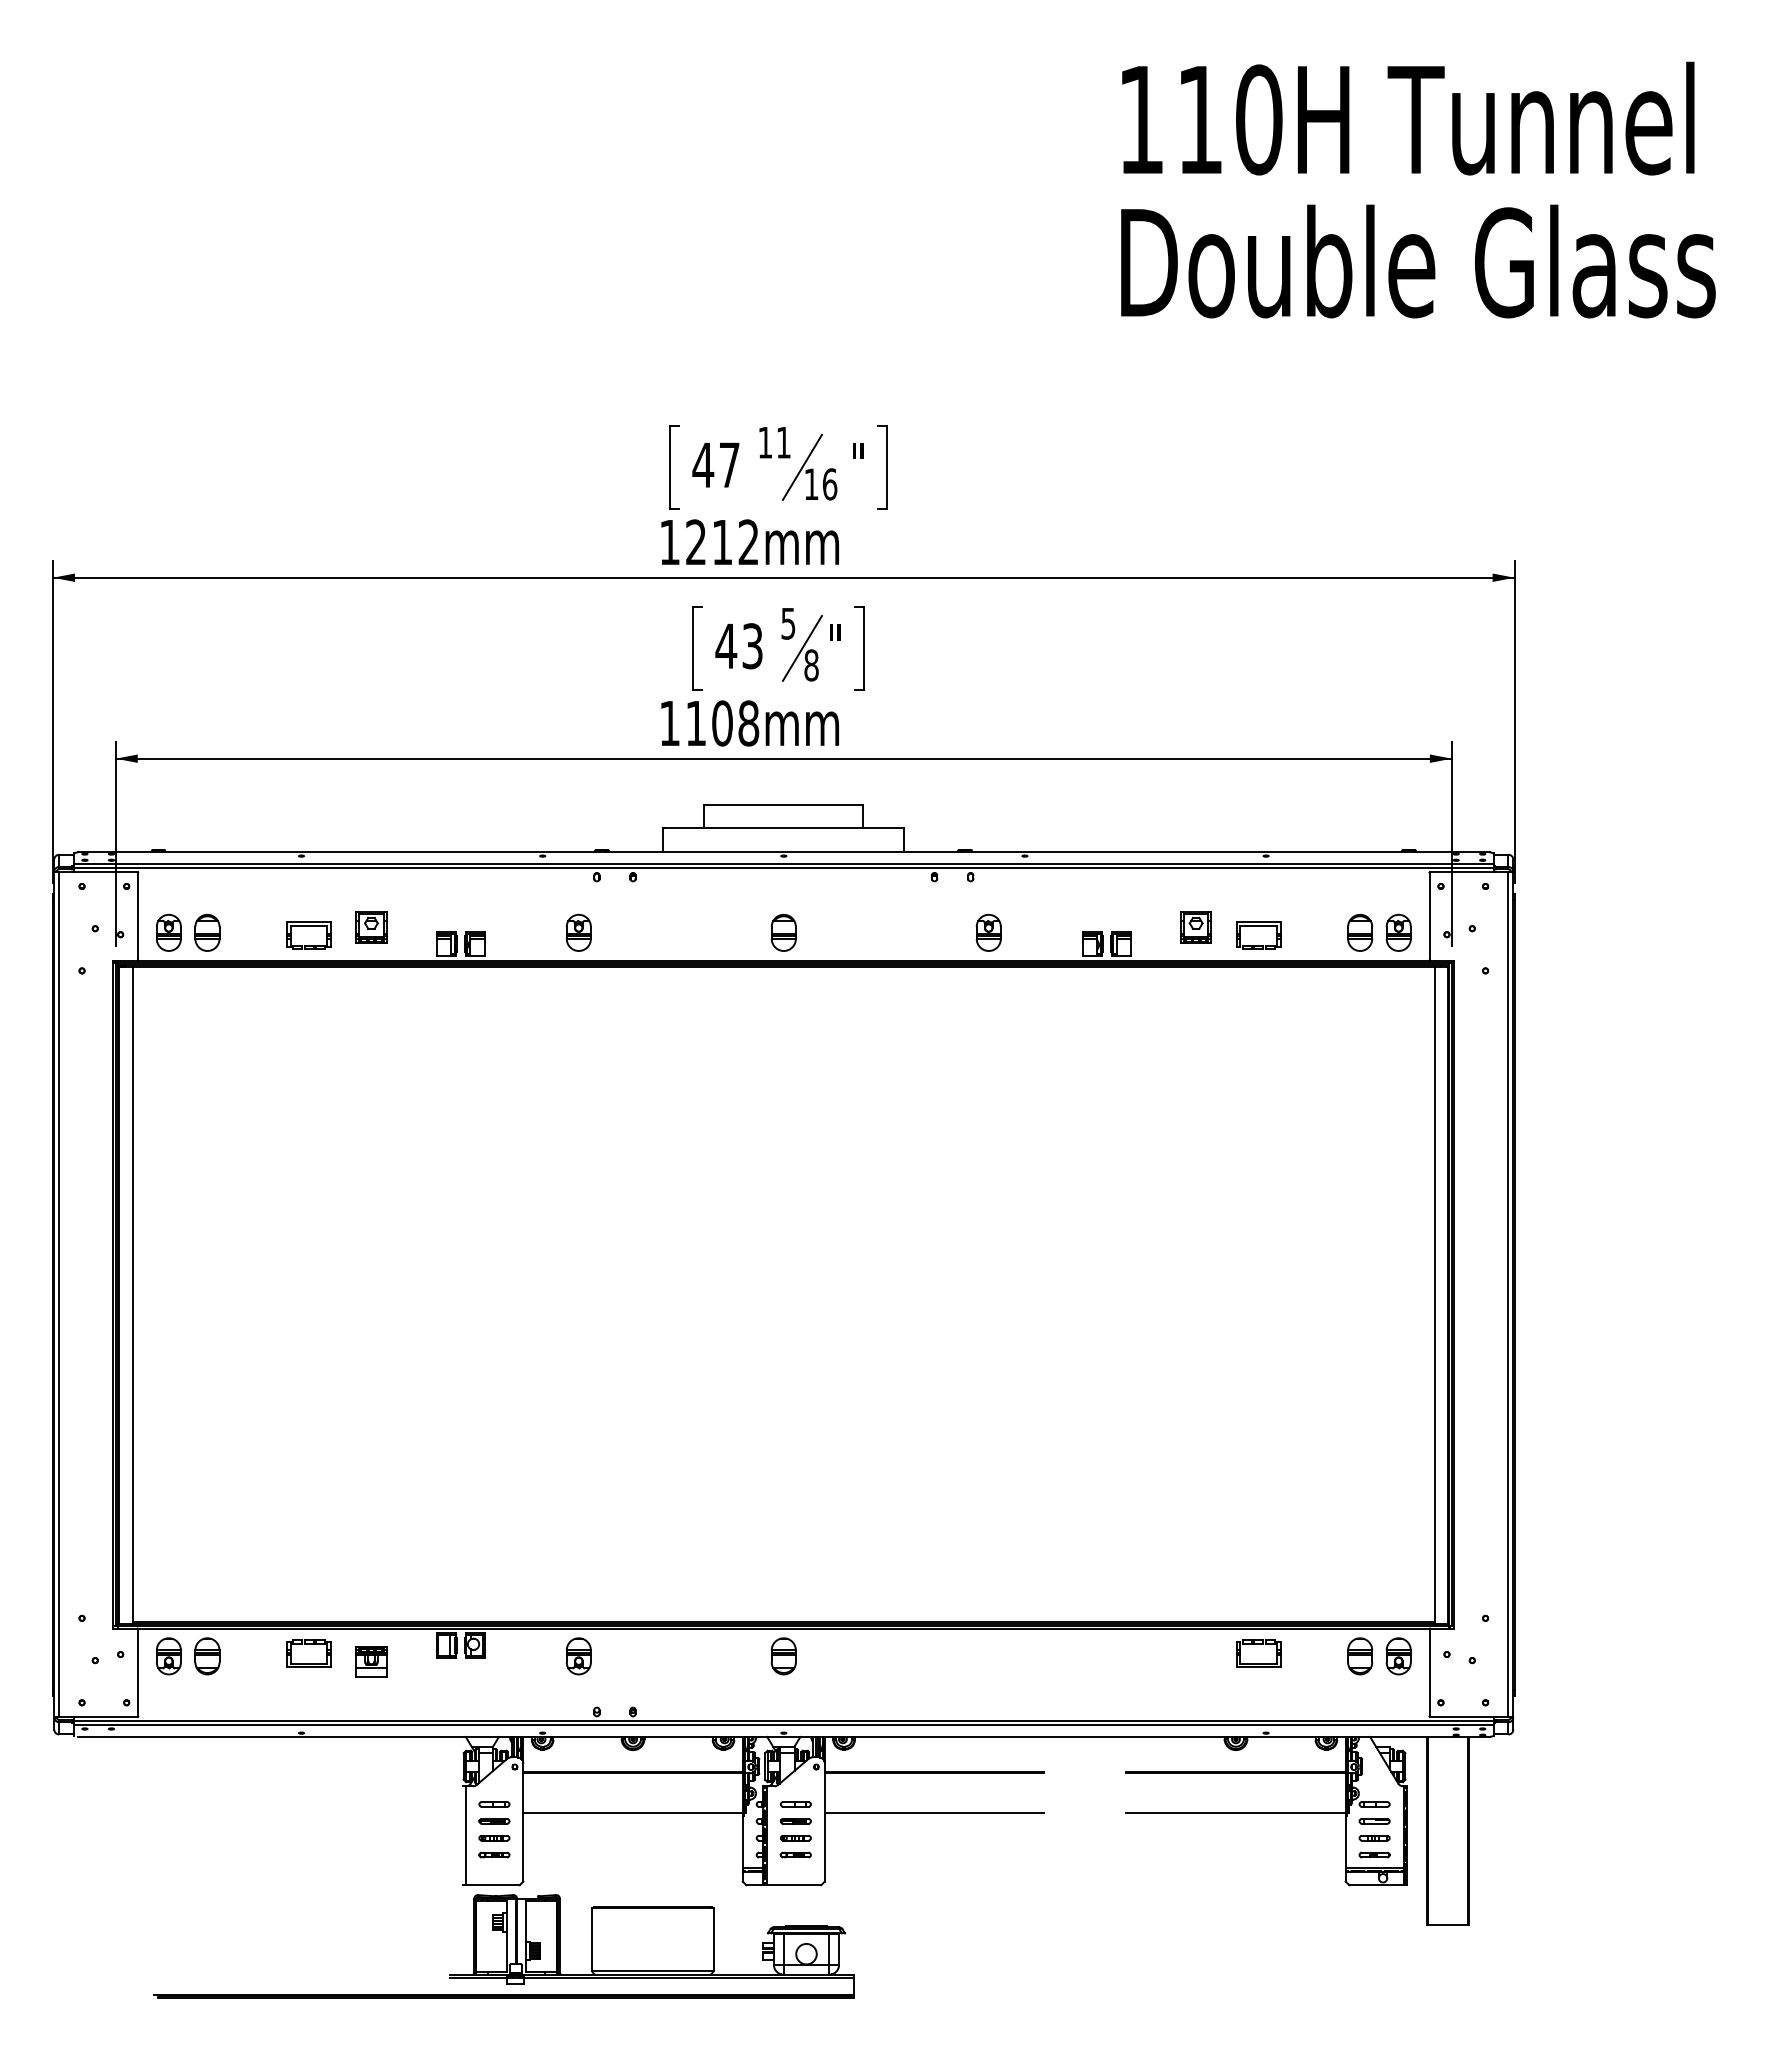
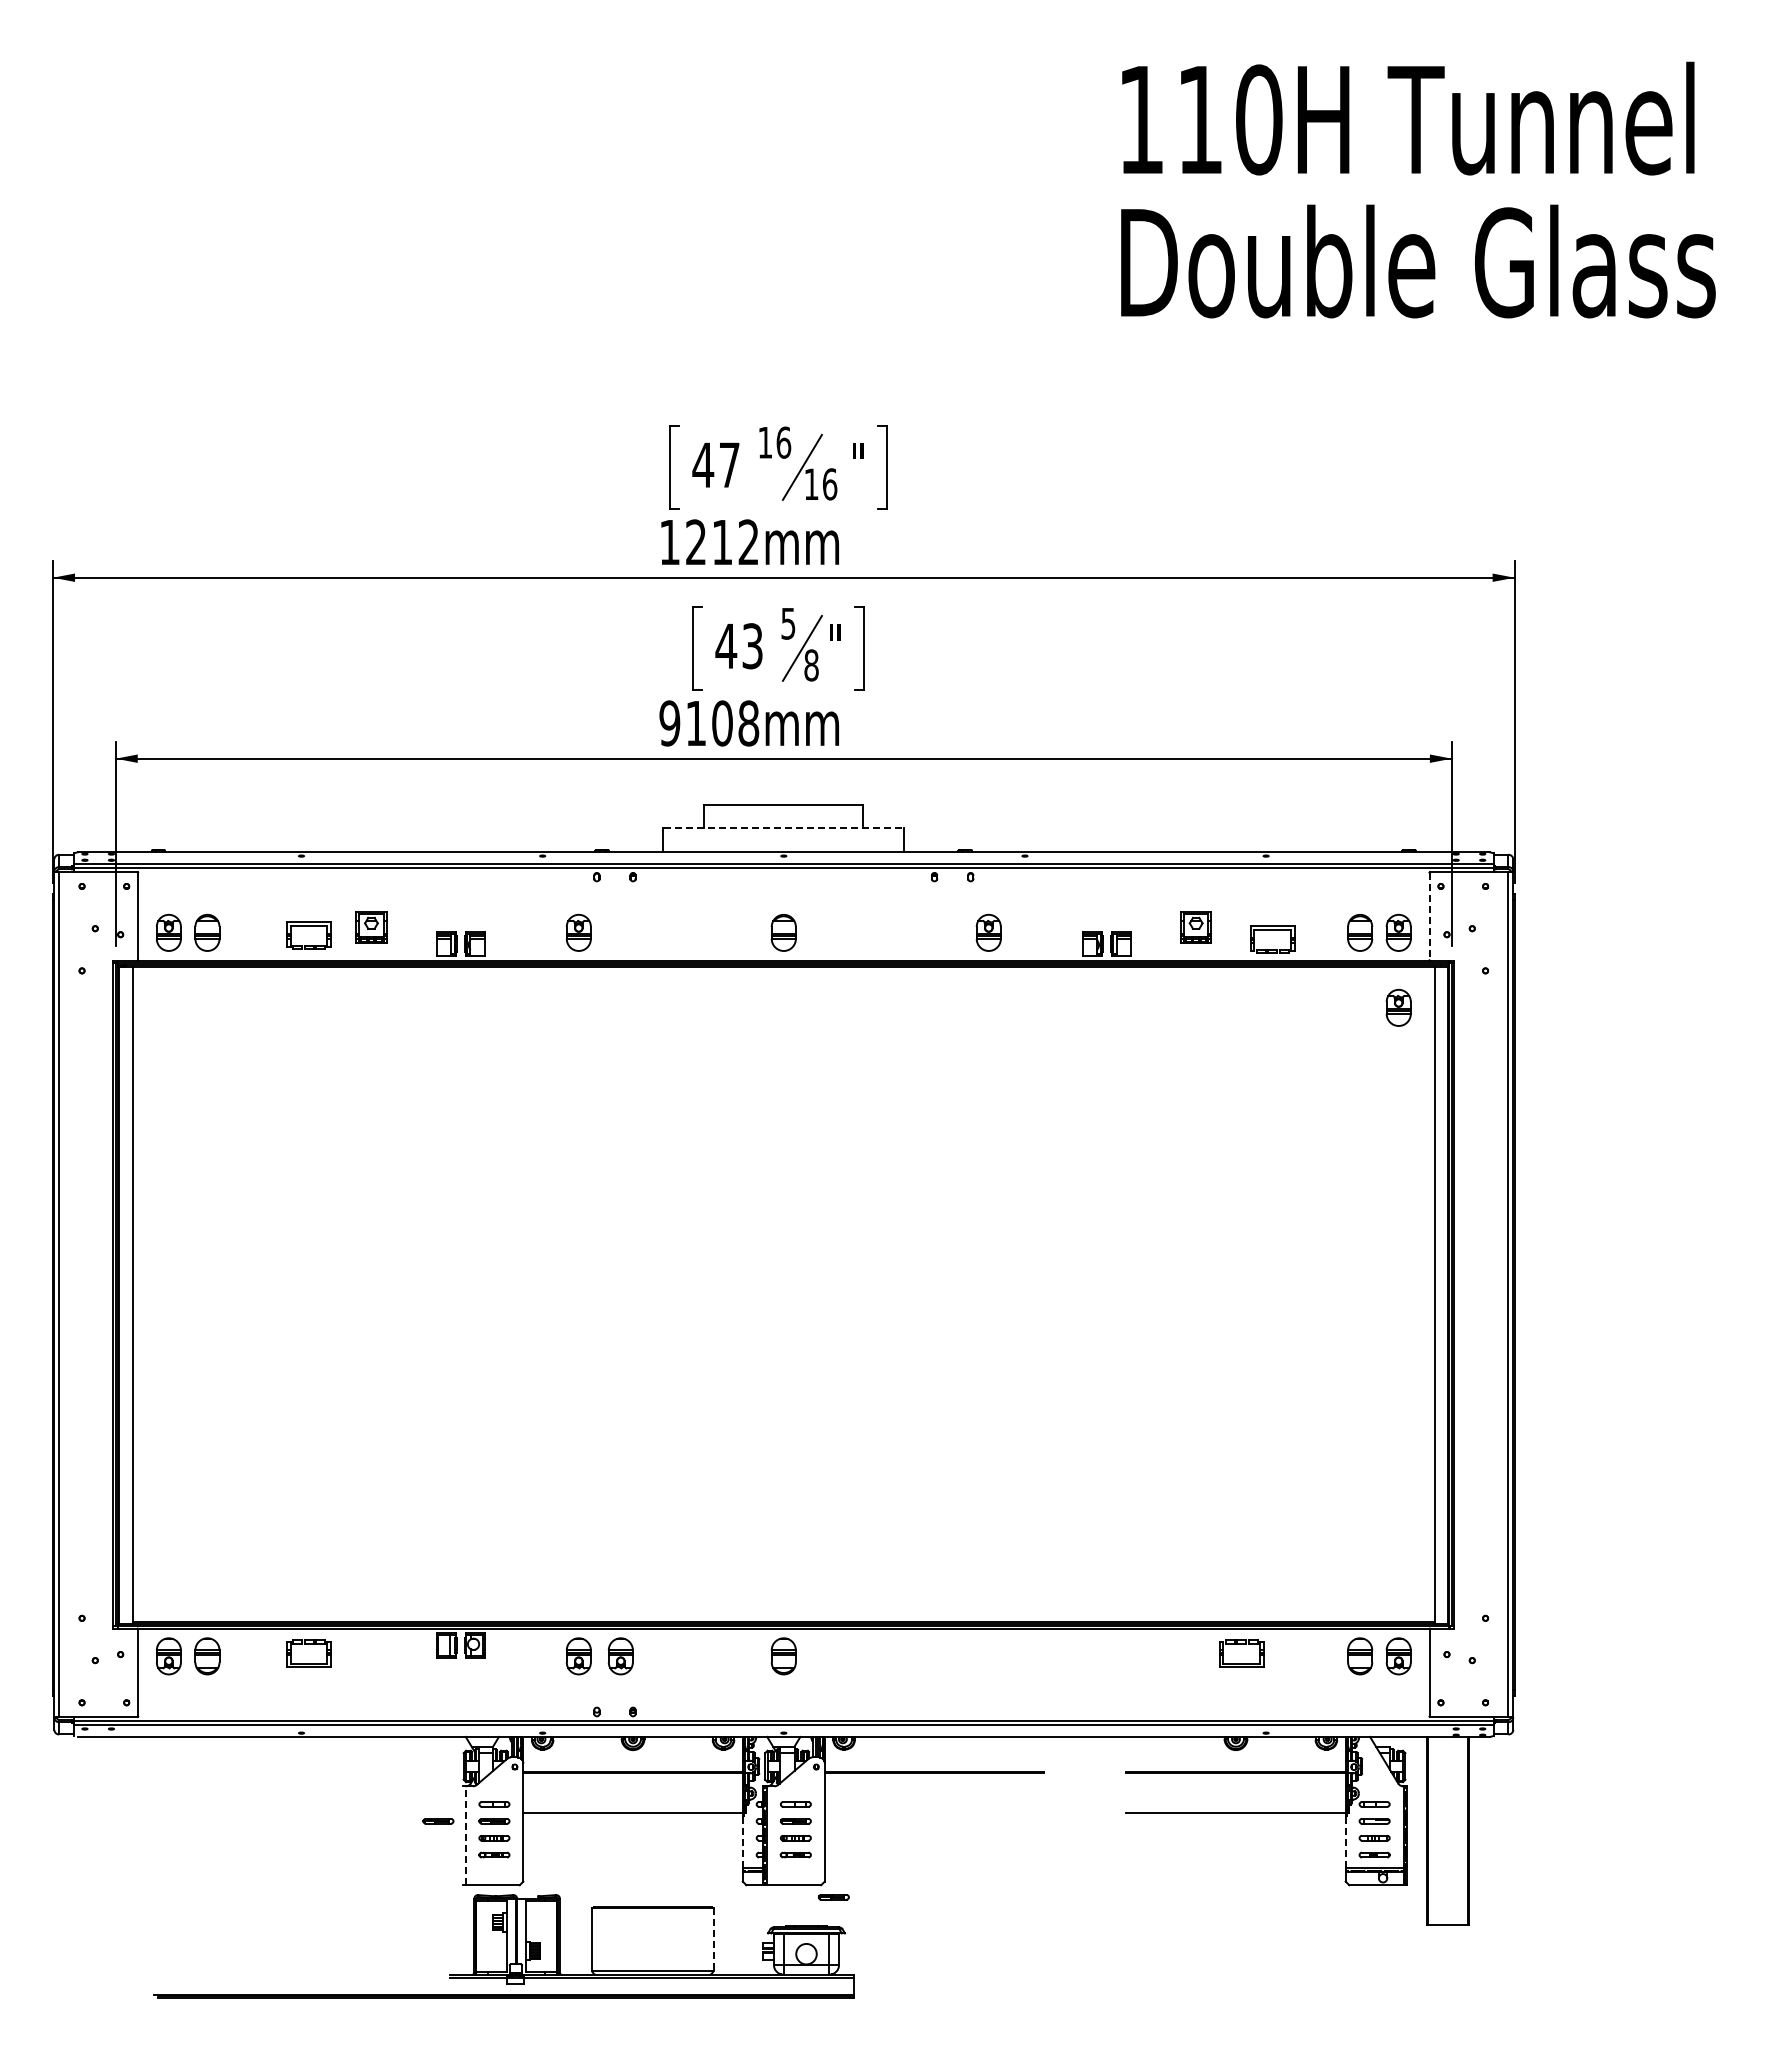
text at (783, 442): 11 -> 16
text at (669, 723): 1108mm -> 9108mm
line at (784, 828): solid -> dashed
line at (1429, 916): solid -> dashed
part at (1258, 926) position: (1258, 926) -> (1272, 930)
part at (1398, 1007): none -> present
part at (1258, 1644) position: (1258, 1644) -> (1241, 1644)
part at (620, 1656): none -> present
part at (371, 1661): present -> none
line at (934, 1812): present -> none
part at (438, 1821): none -> present
line at (465, 1835): solid -> dashed
line at (742, 1841): solid -> dashed
line at (1345, 1841): solid -> dashed
part at (833, 1897): none -> present
line at (713, 1940): solid -> dashed
